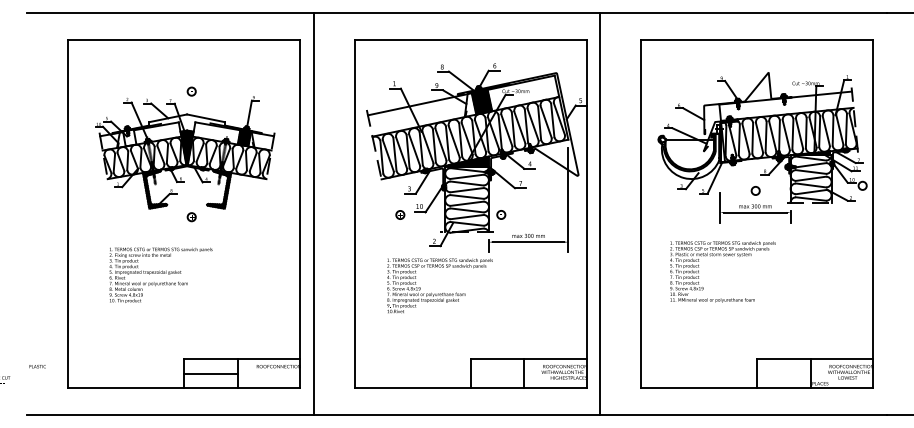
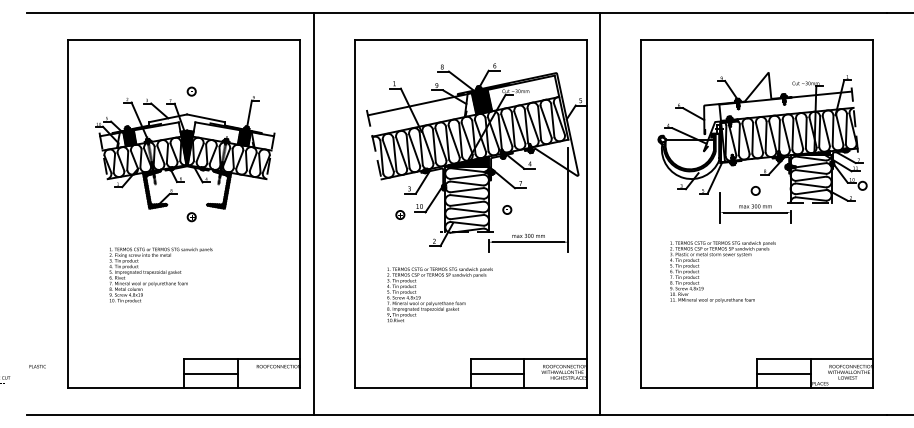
hatch at (129, 137): none -> present
part at (501, 214) position: (501, 214) -> (507, 209)
text at (439, 285) position: (439, 285) -> (439, 294)
line at (497, 373): none -> present
line at (783, 373): none -> present
